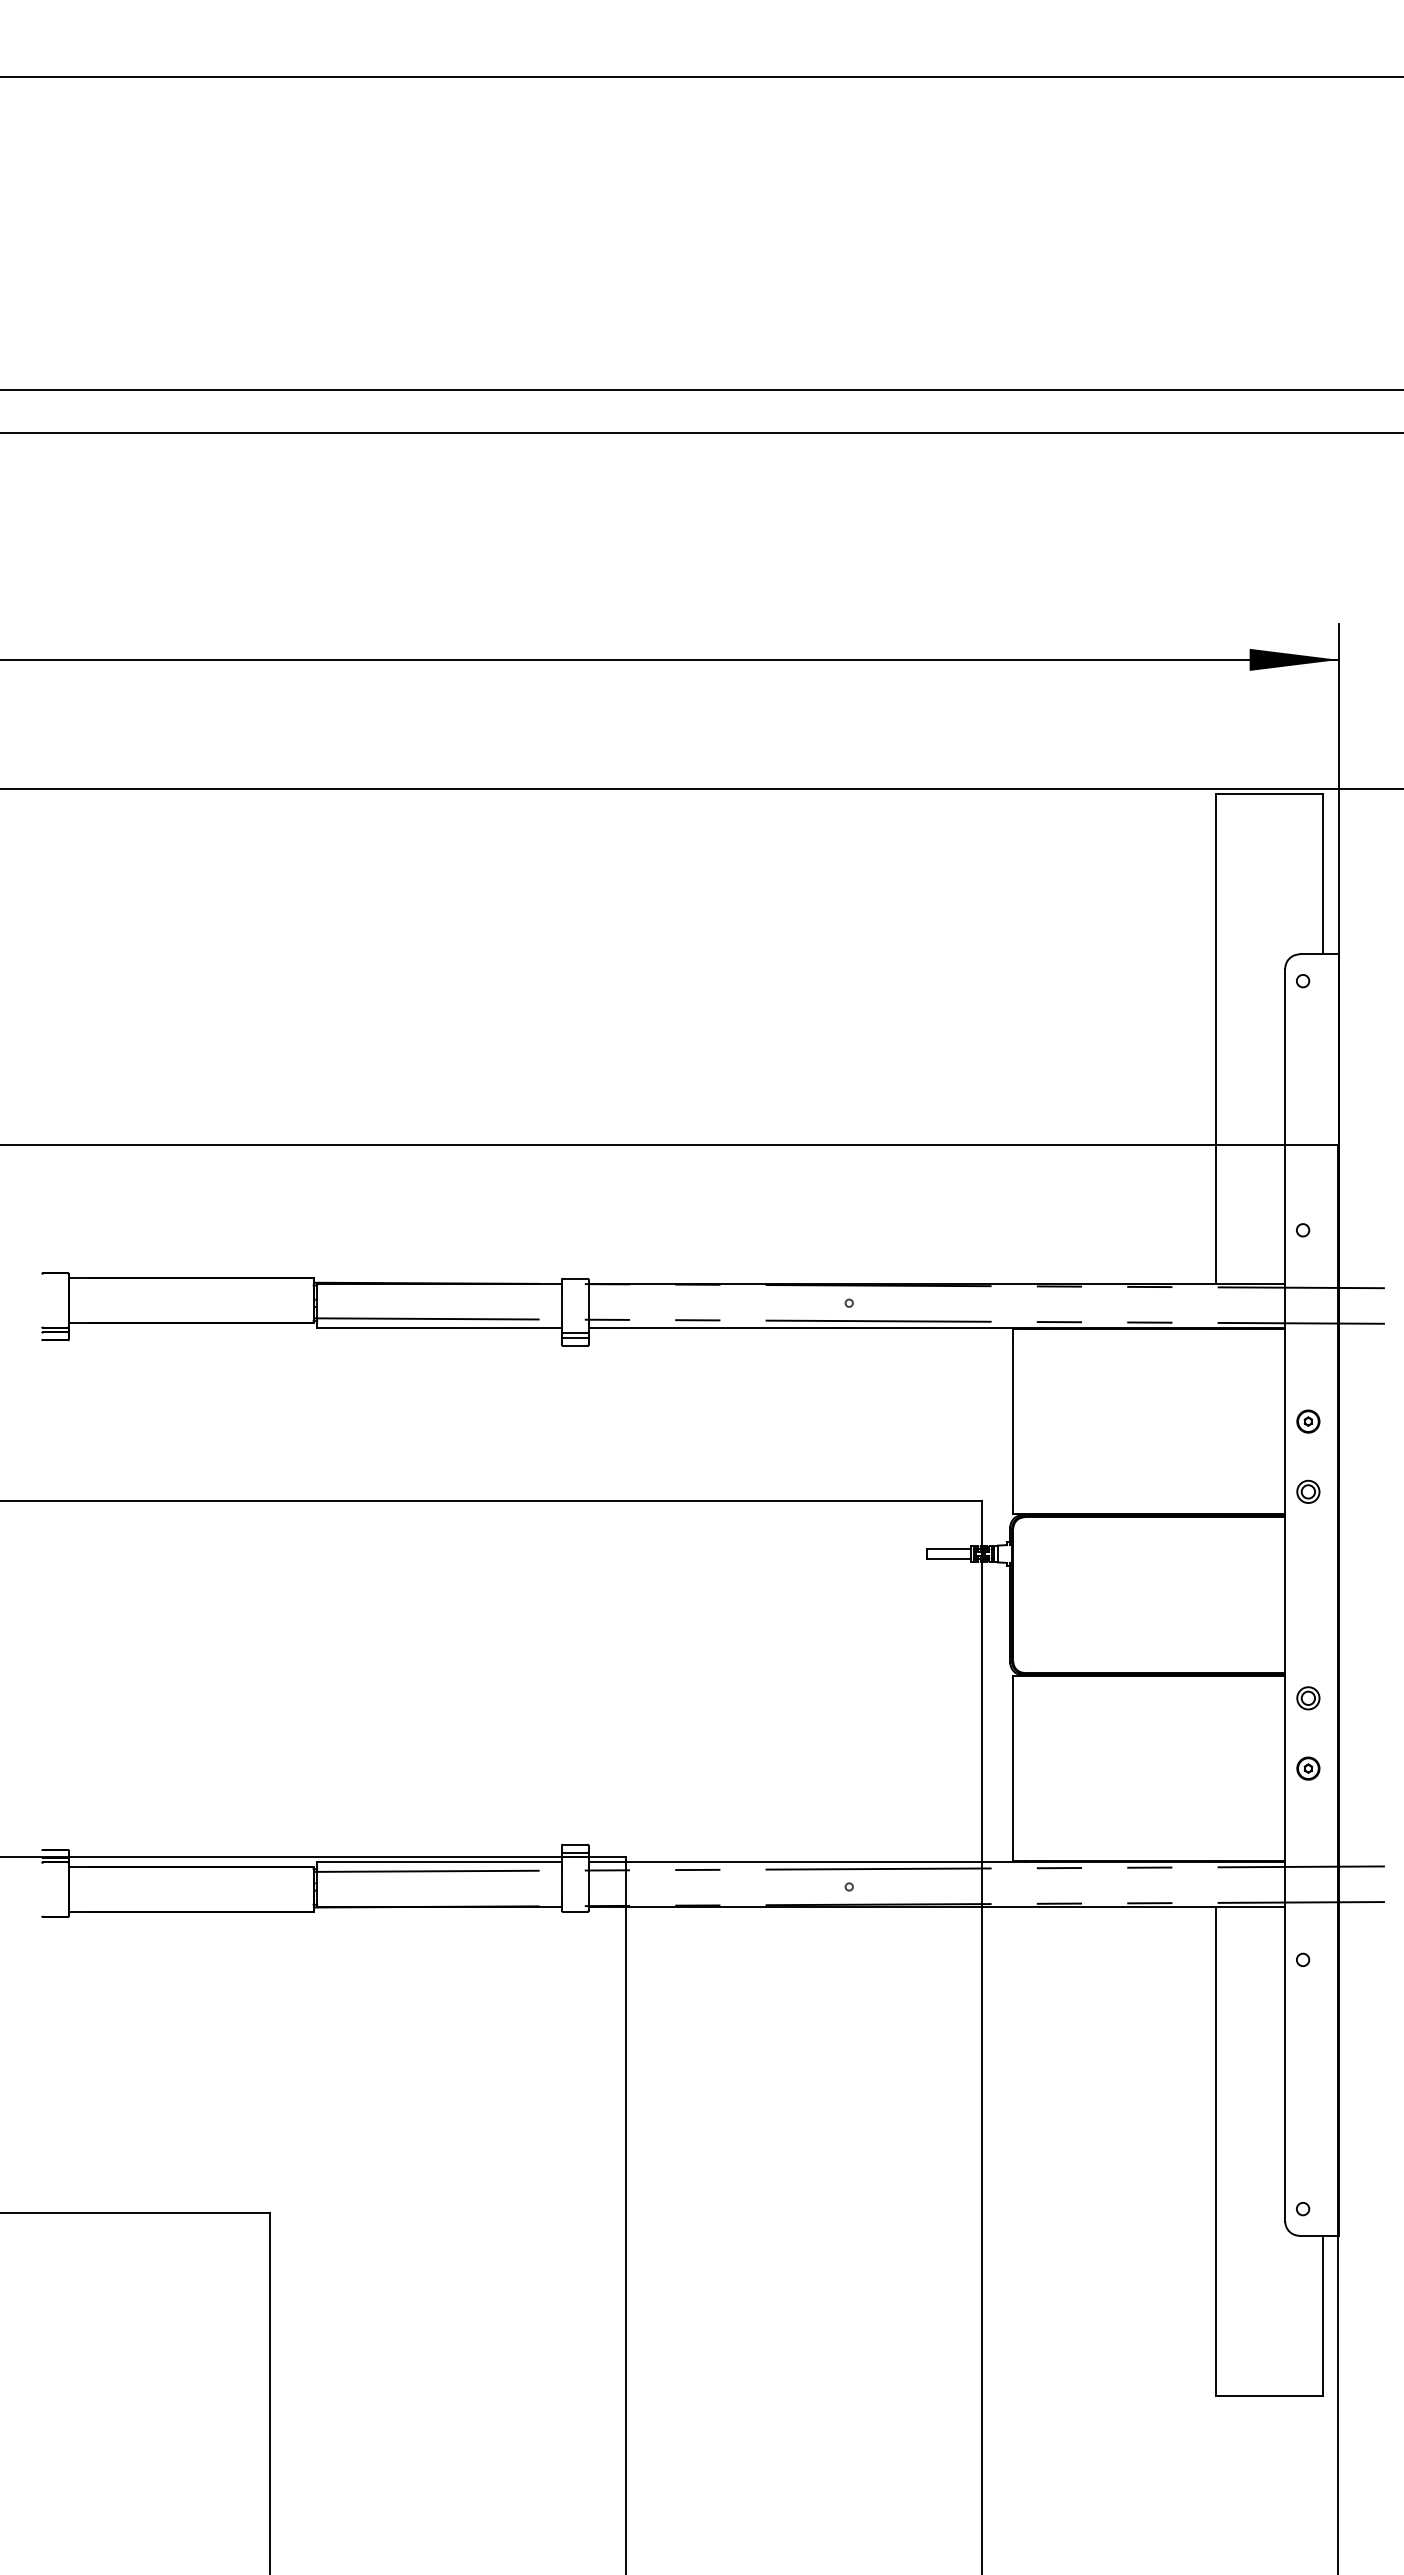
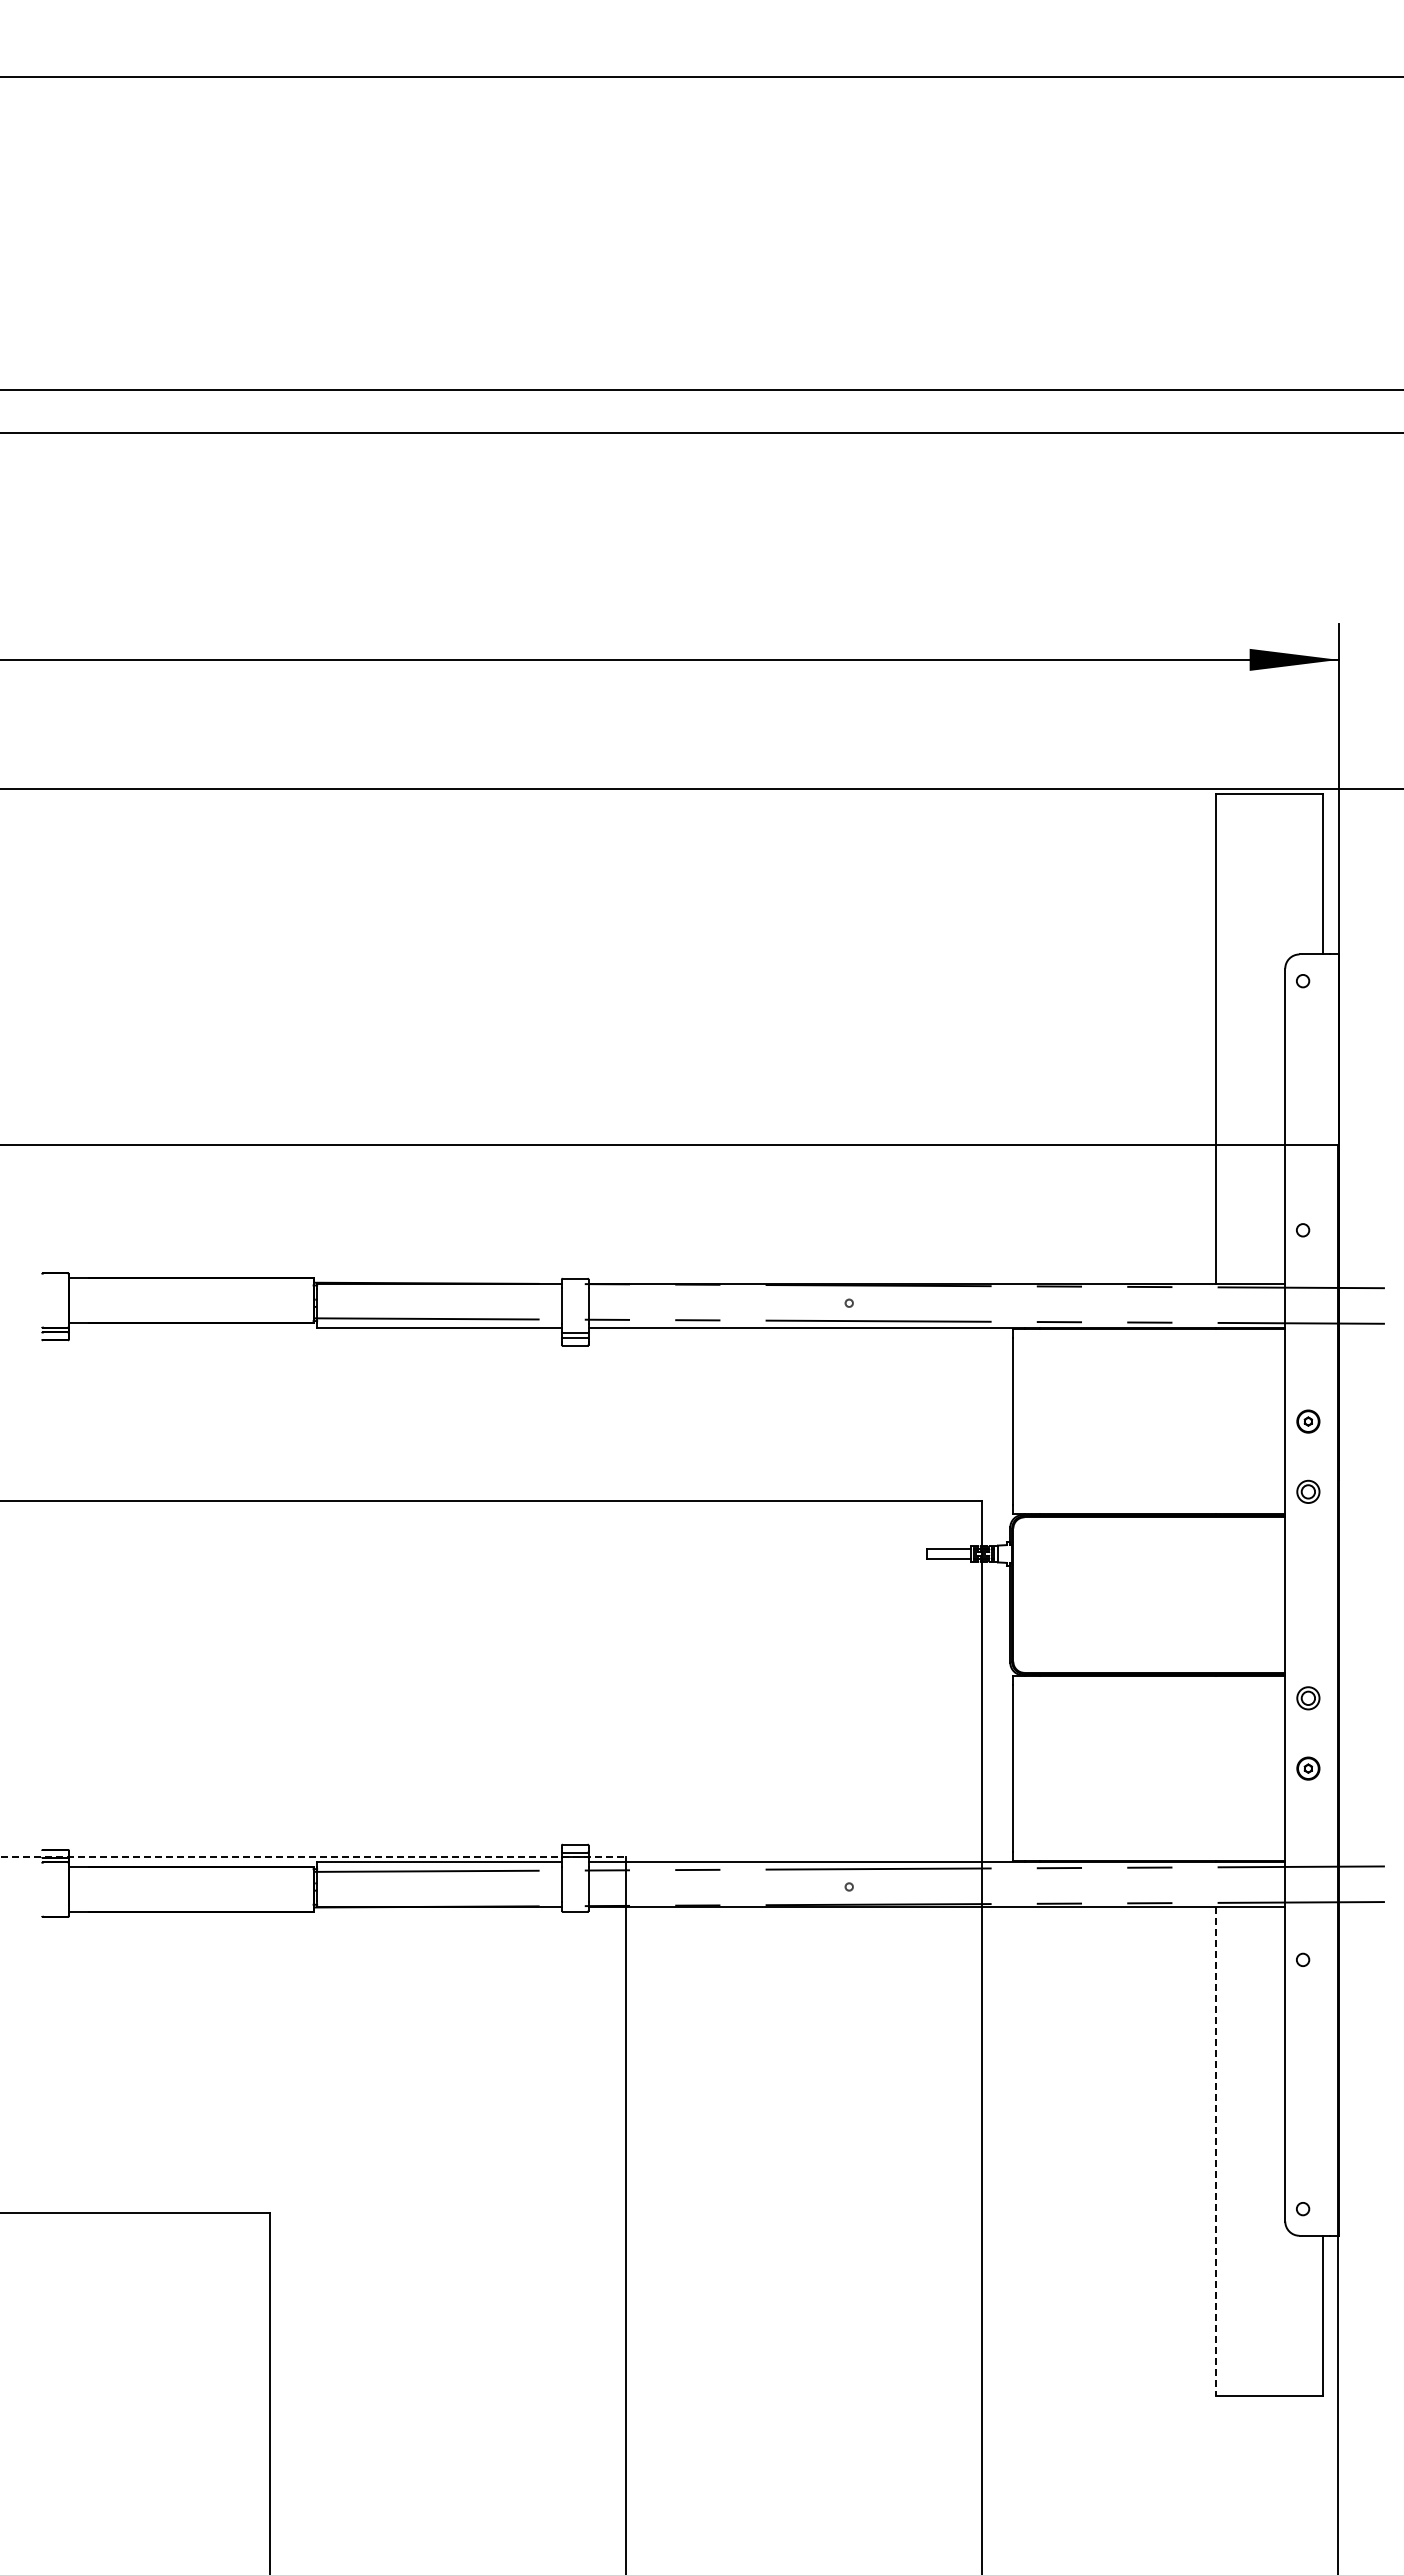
line at (313, 1856): solid -> dashed
line at (1215, 2151): solid -> dashed
